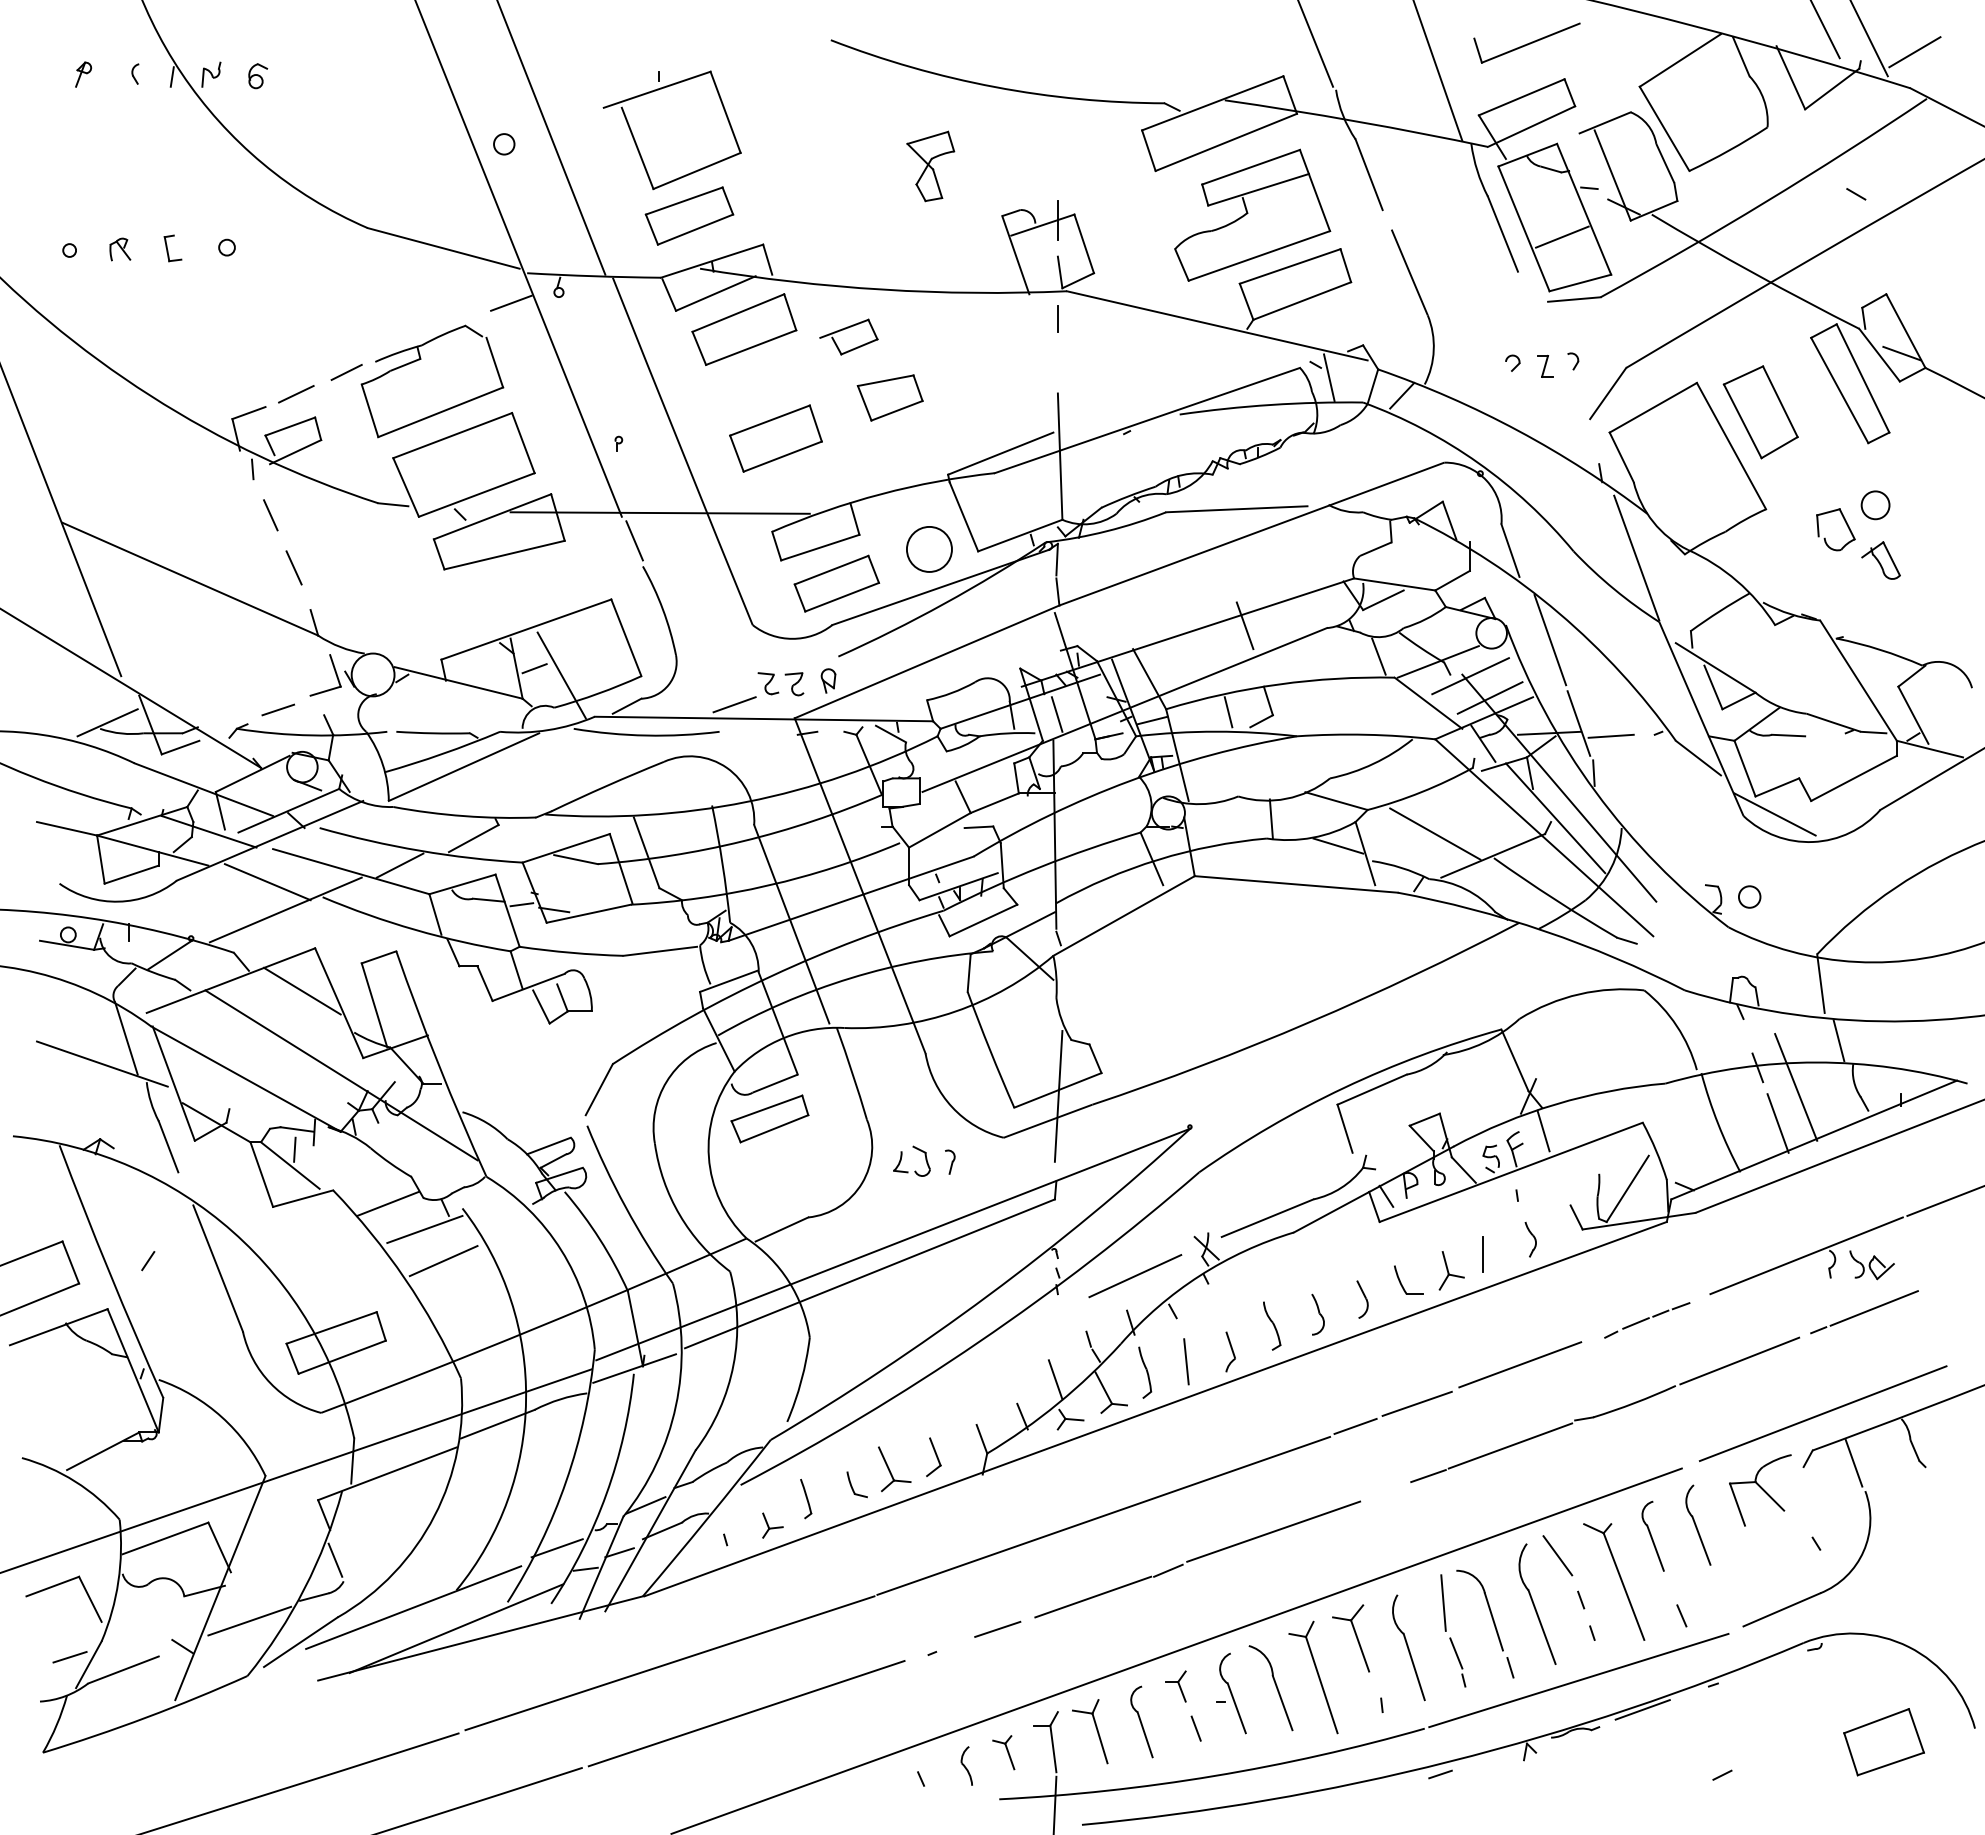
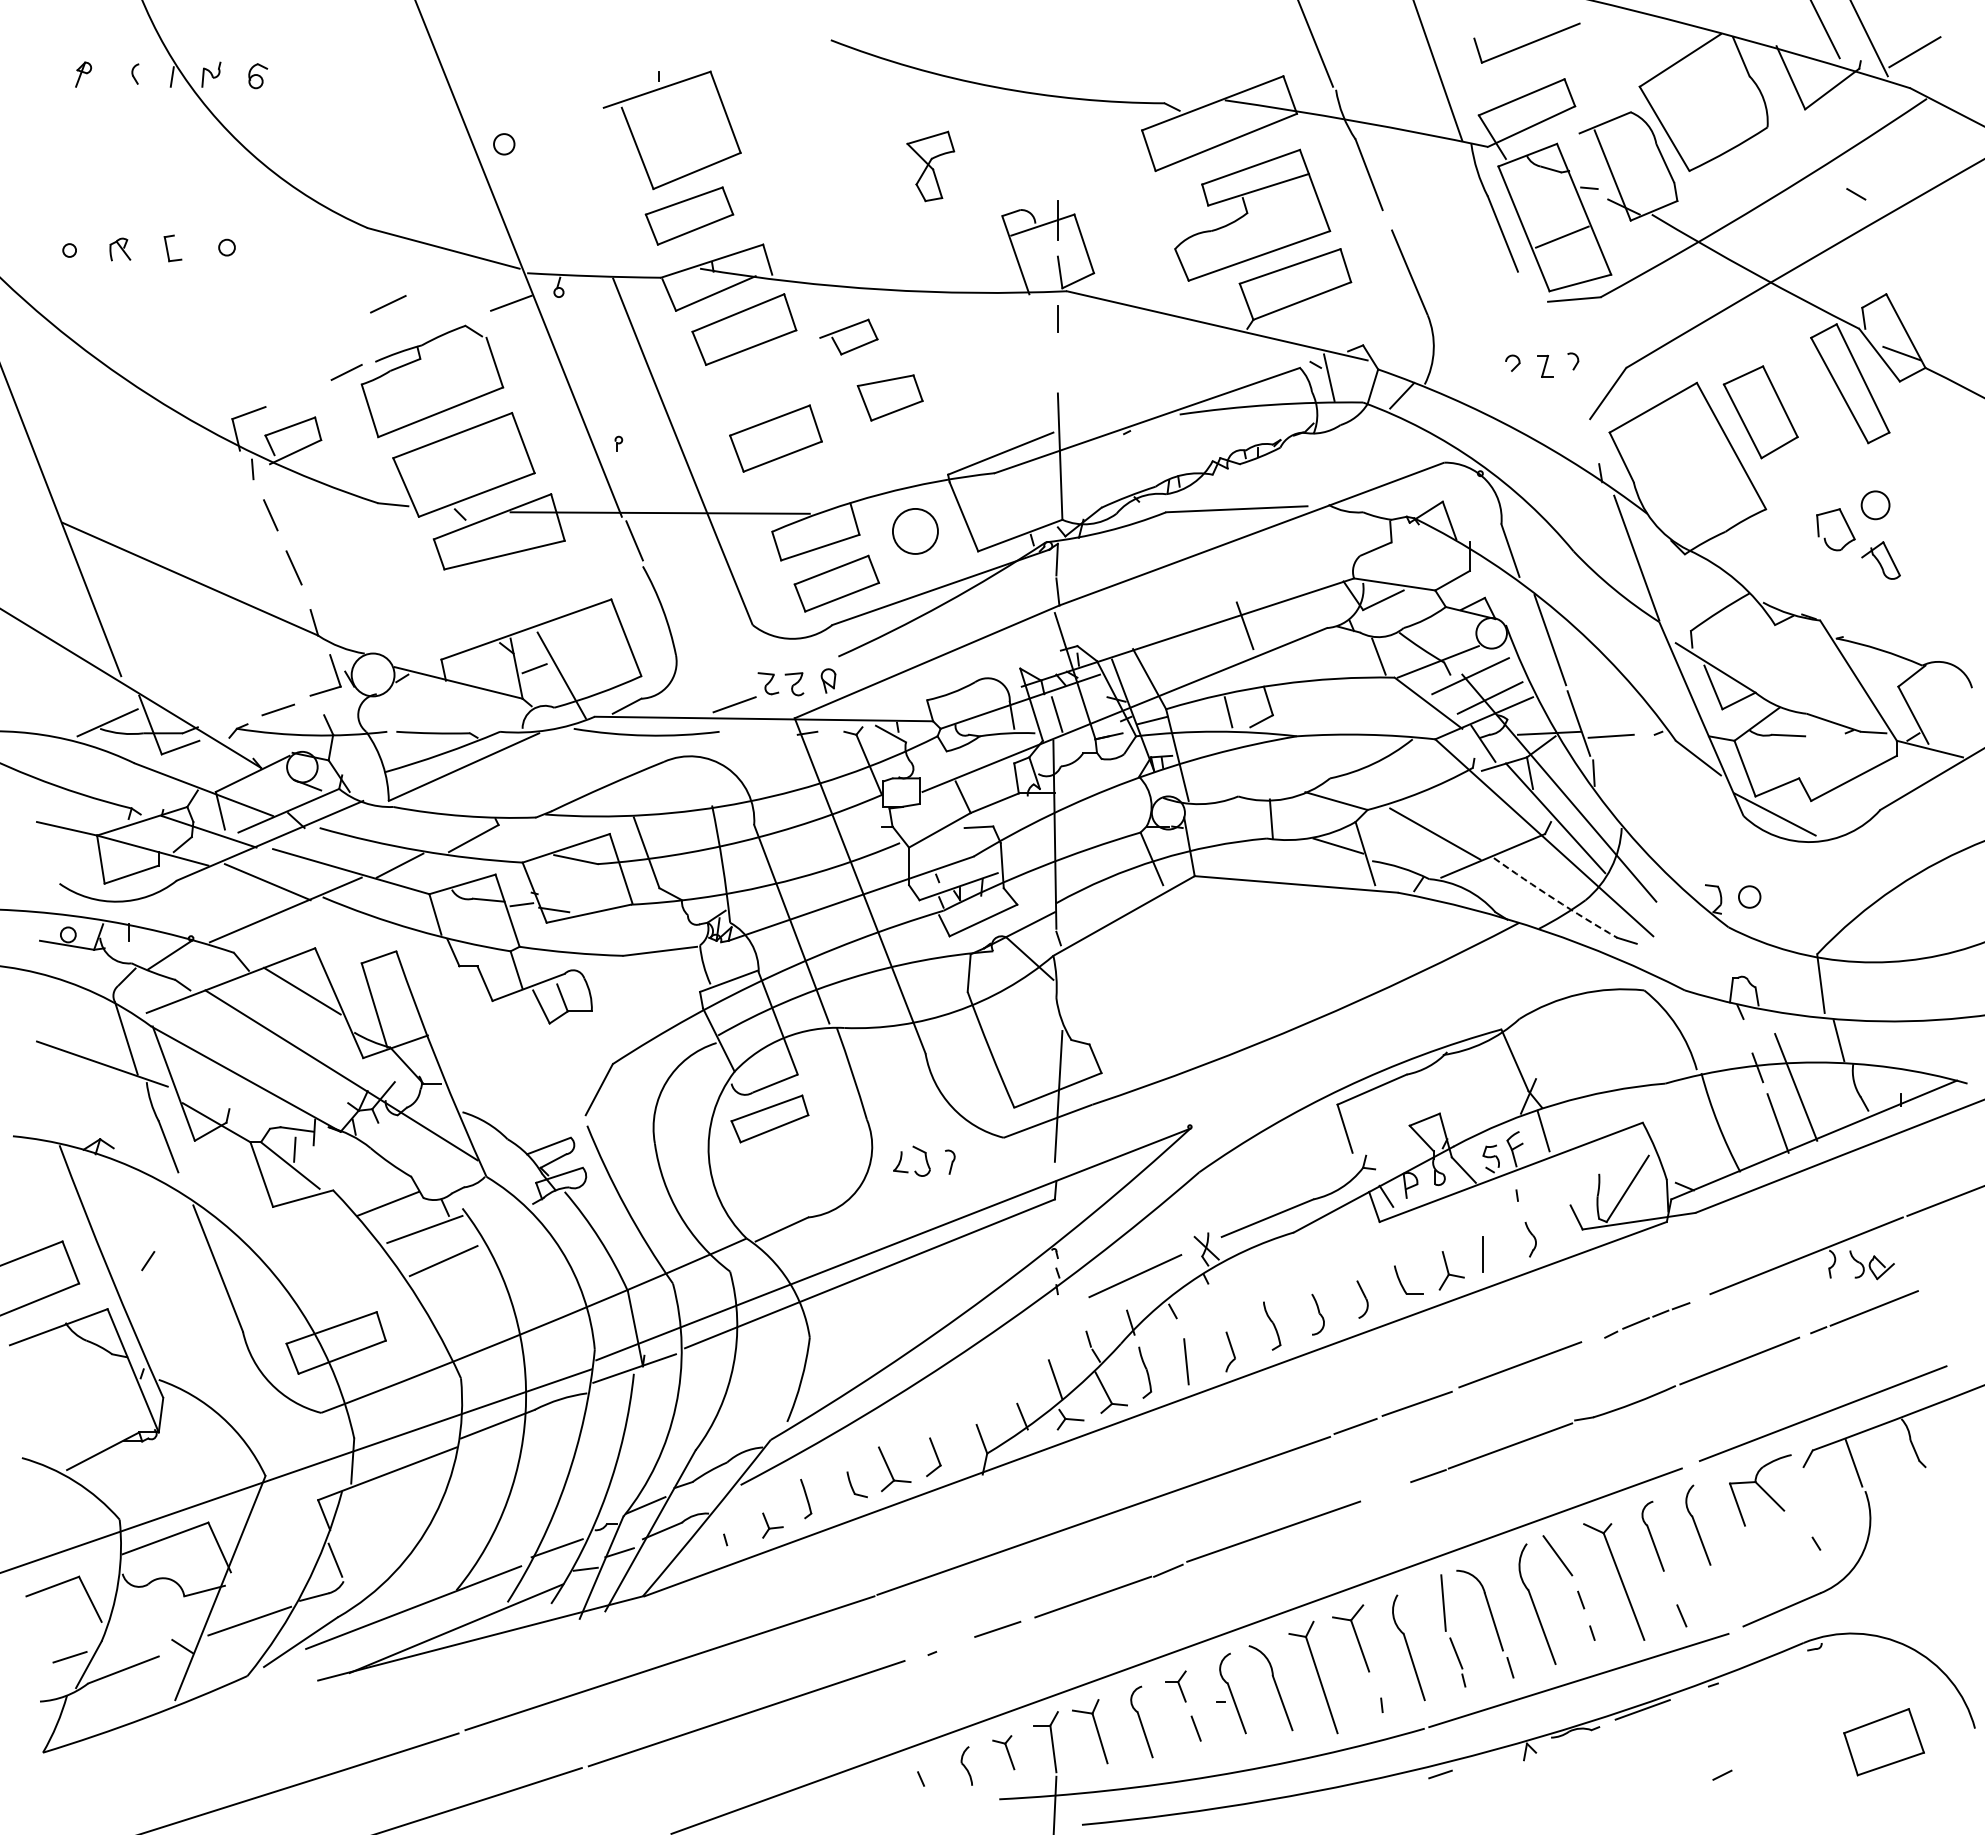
line at (551, 138): present -> none
line at (296, 394) position: (296, 394) -> (388, 304)
circle at (929, 549) position: (929, 549) -> (915, 531)
arc at (1554, 899): solid -> dashed
